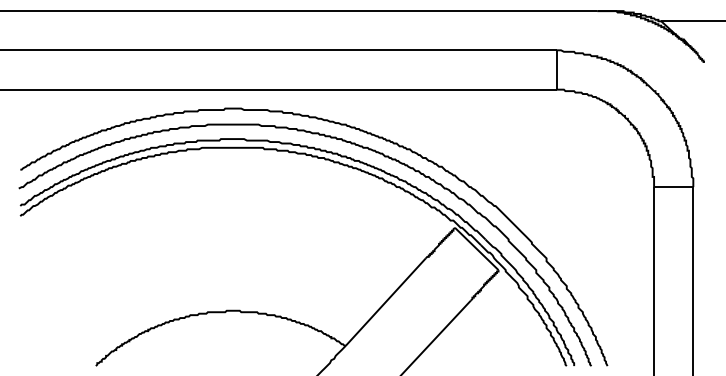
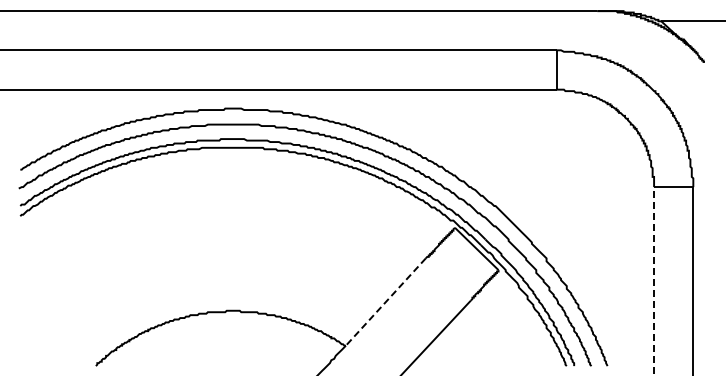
line at (654, 281): solid -> dashed
line at (385, 302): solid -> dashed
